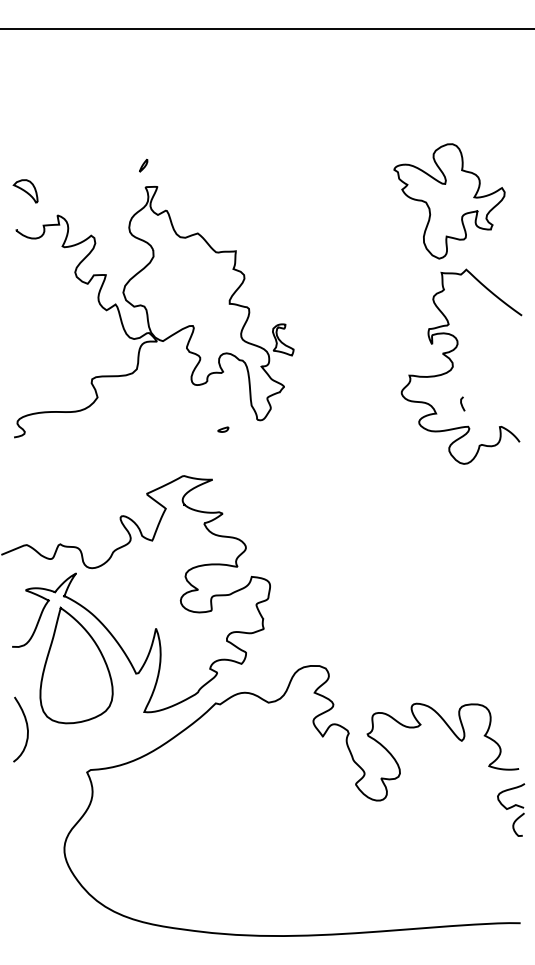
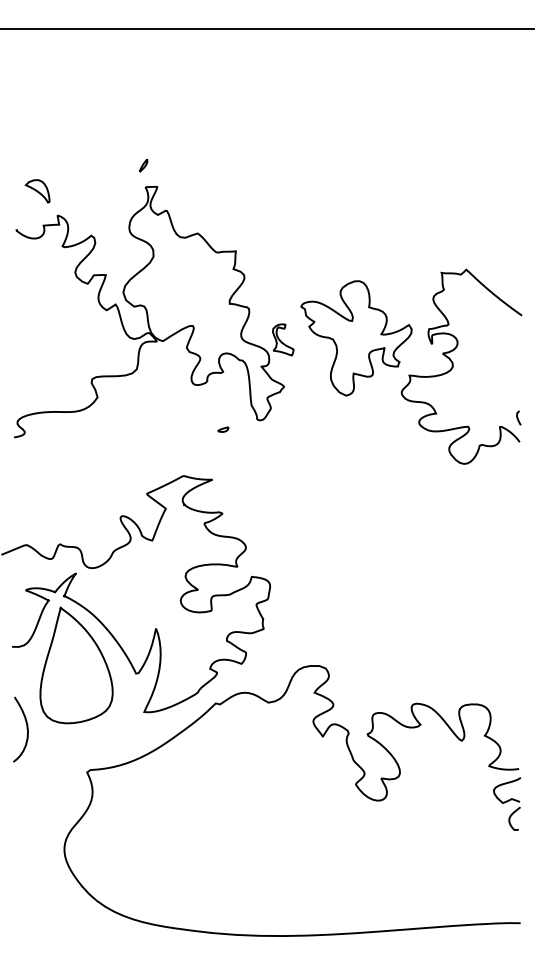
part at (25, 191) position: (25, 191) -> (37, 191)
part at (449, 201) position: (449, 201) -> (356, 338)
line at (462, 403) position: (462, 403) -> (518, 417)
part at (511, 809) position: (511, 809) -> (507, 803)
